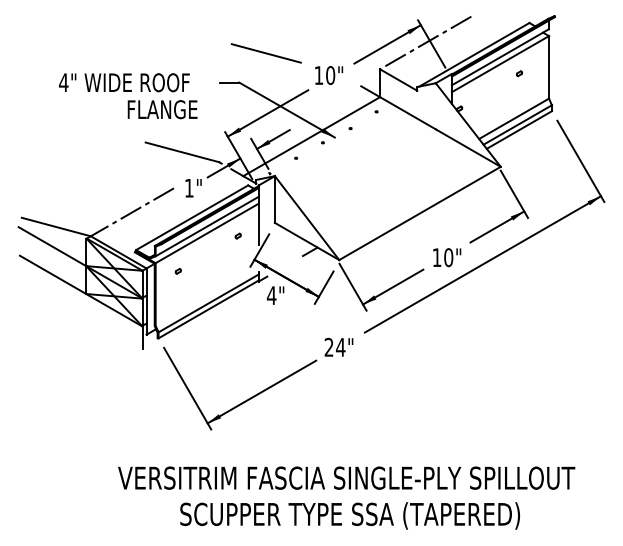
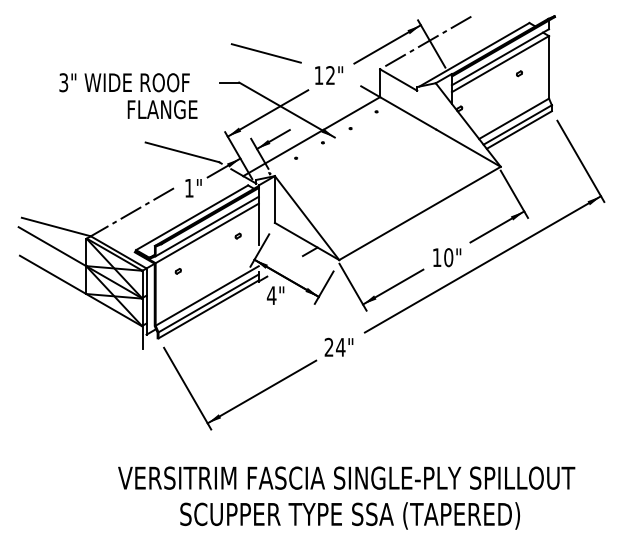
text at (330, 75): 10" -> 12"
text at (63, 82): 4" -> 3"
line at (206, 295): none -> present
